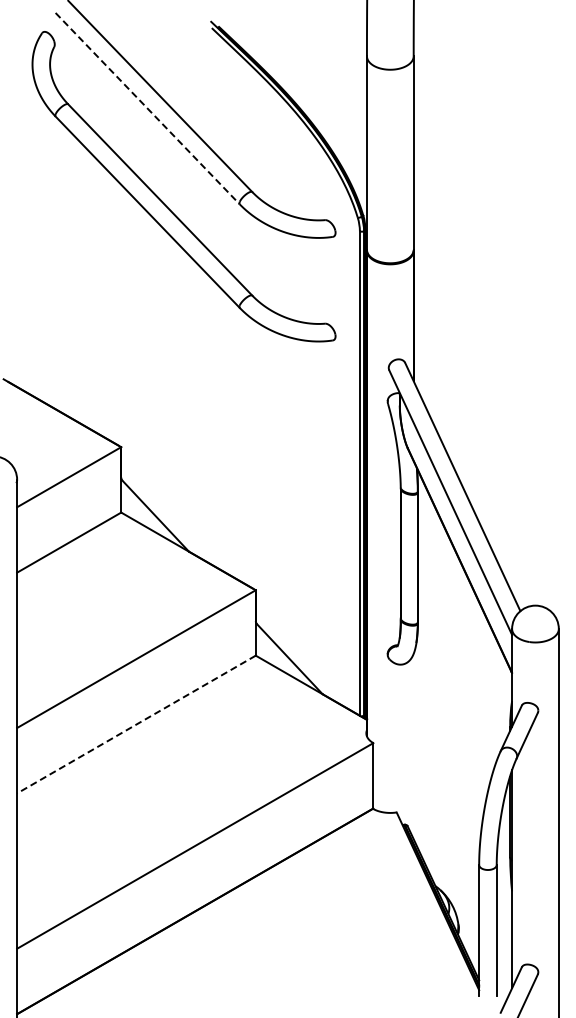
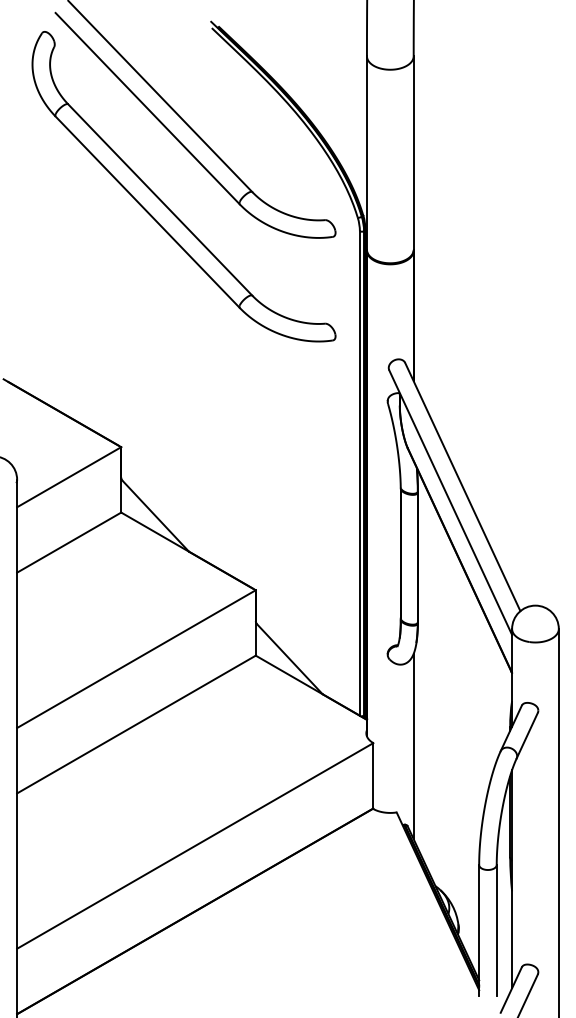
line at (147, 108): dashed -> solid
line at (136, 724): dashed -> solid
line at (413, 746): none -> present
